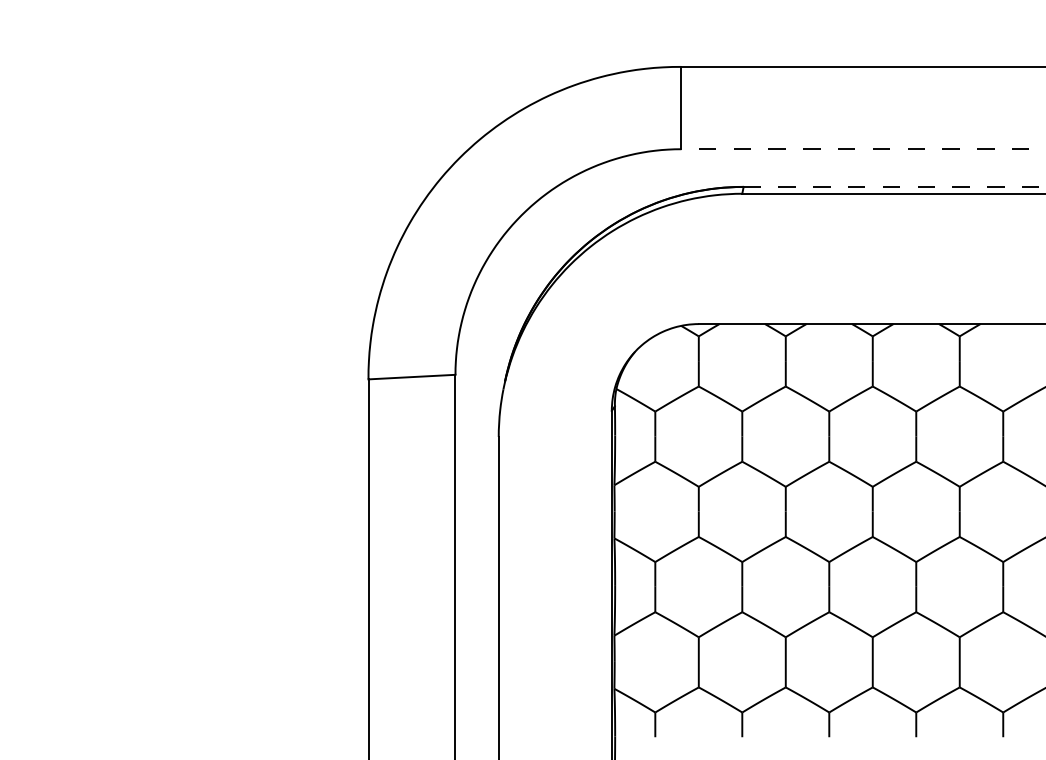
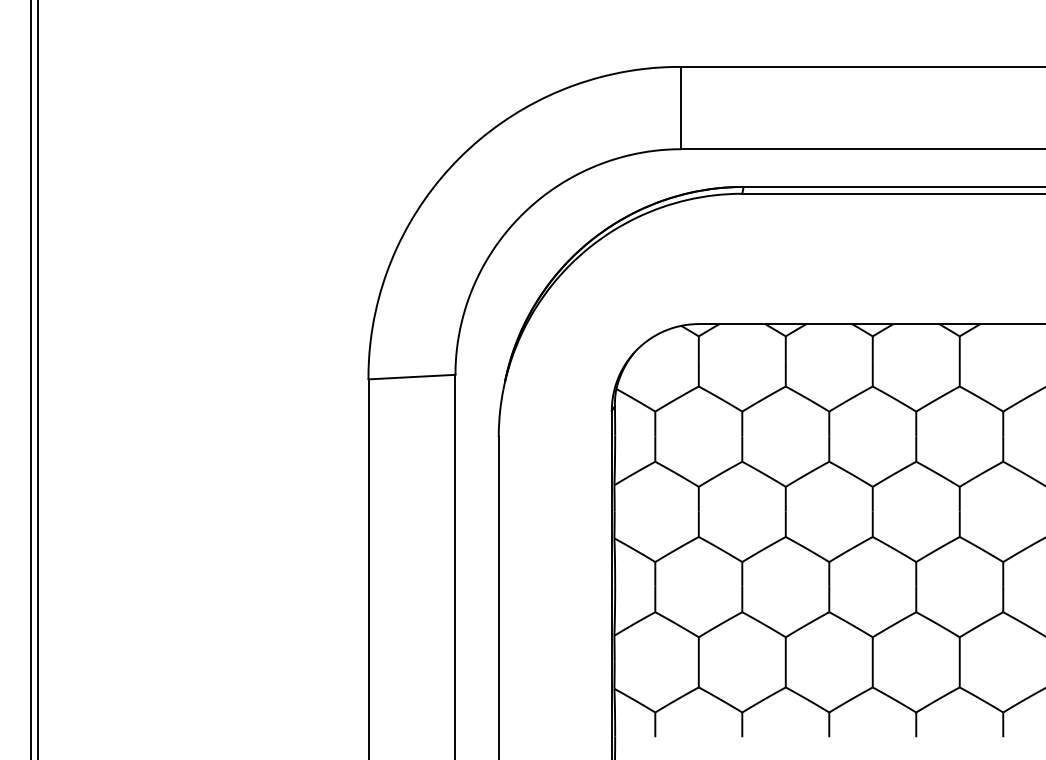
line at (863, 149): dashed -> solid
line at (894, 186): dashed -> solid
line at (31, 379): none -> present
line at (37, 379): none -> present
